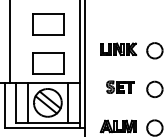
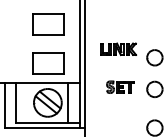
line at (10, 42): present -> none
part at (154, 50) position: (154, 50) -> (154, 57)
line at (28, 102): present -> none
part at (117, 126): present -> none
